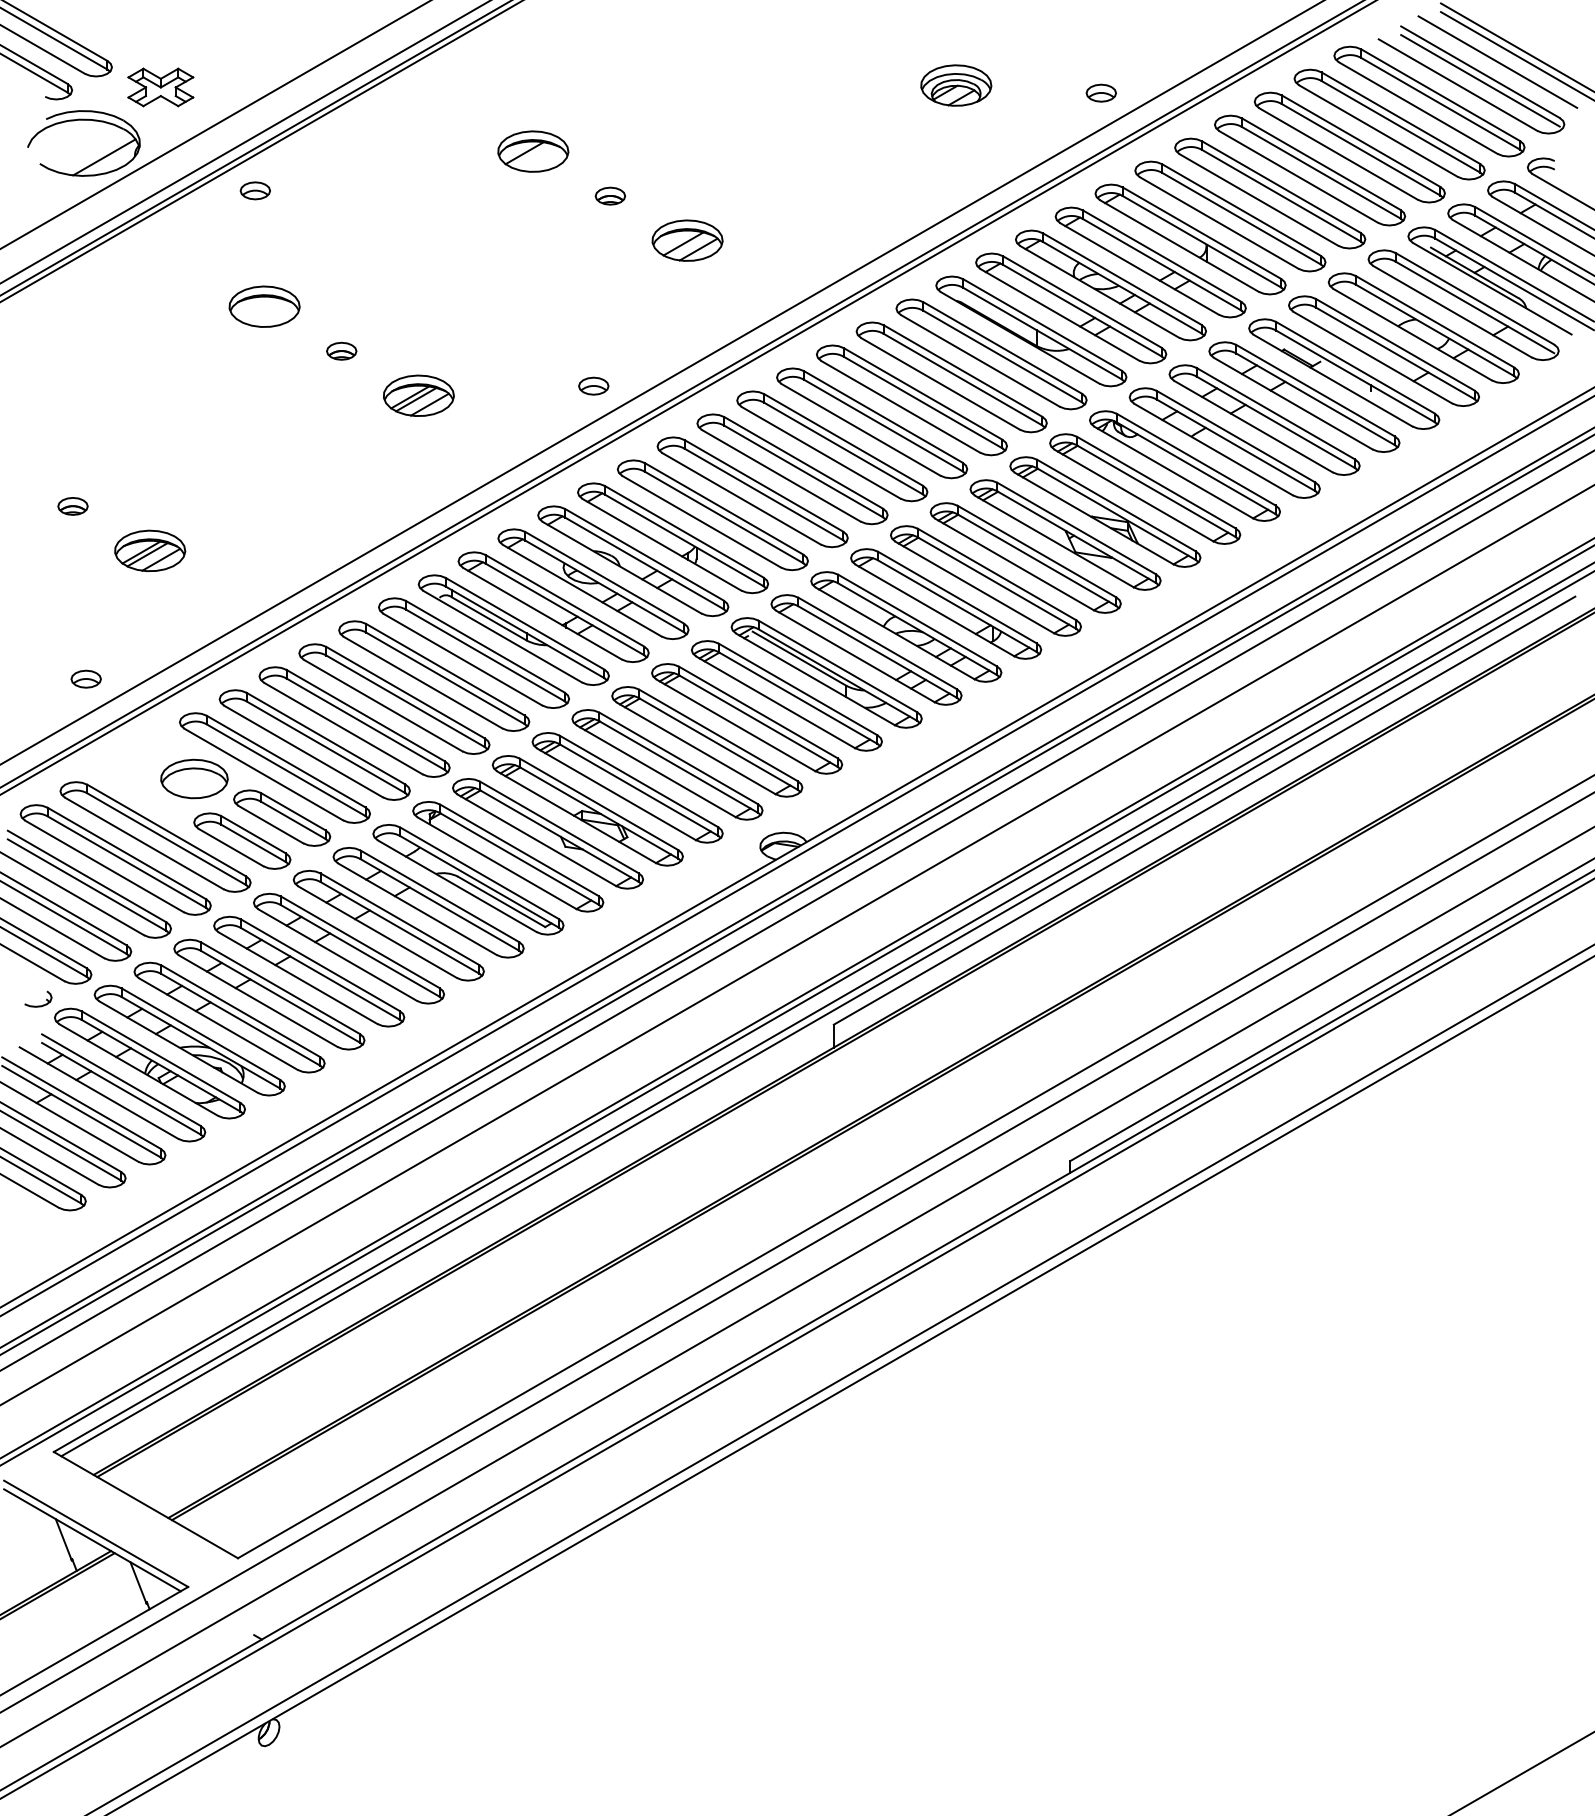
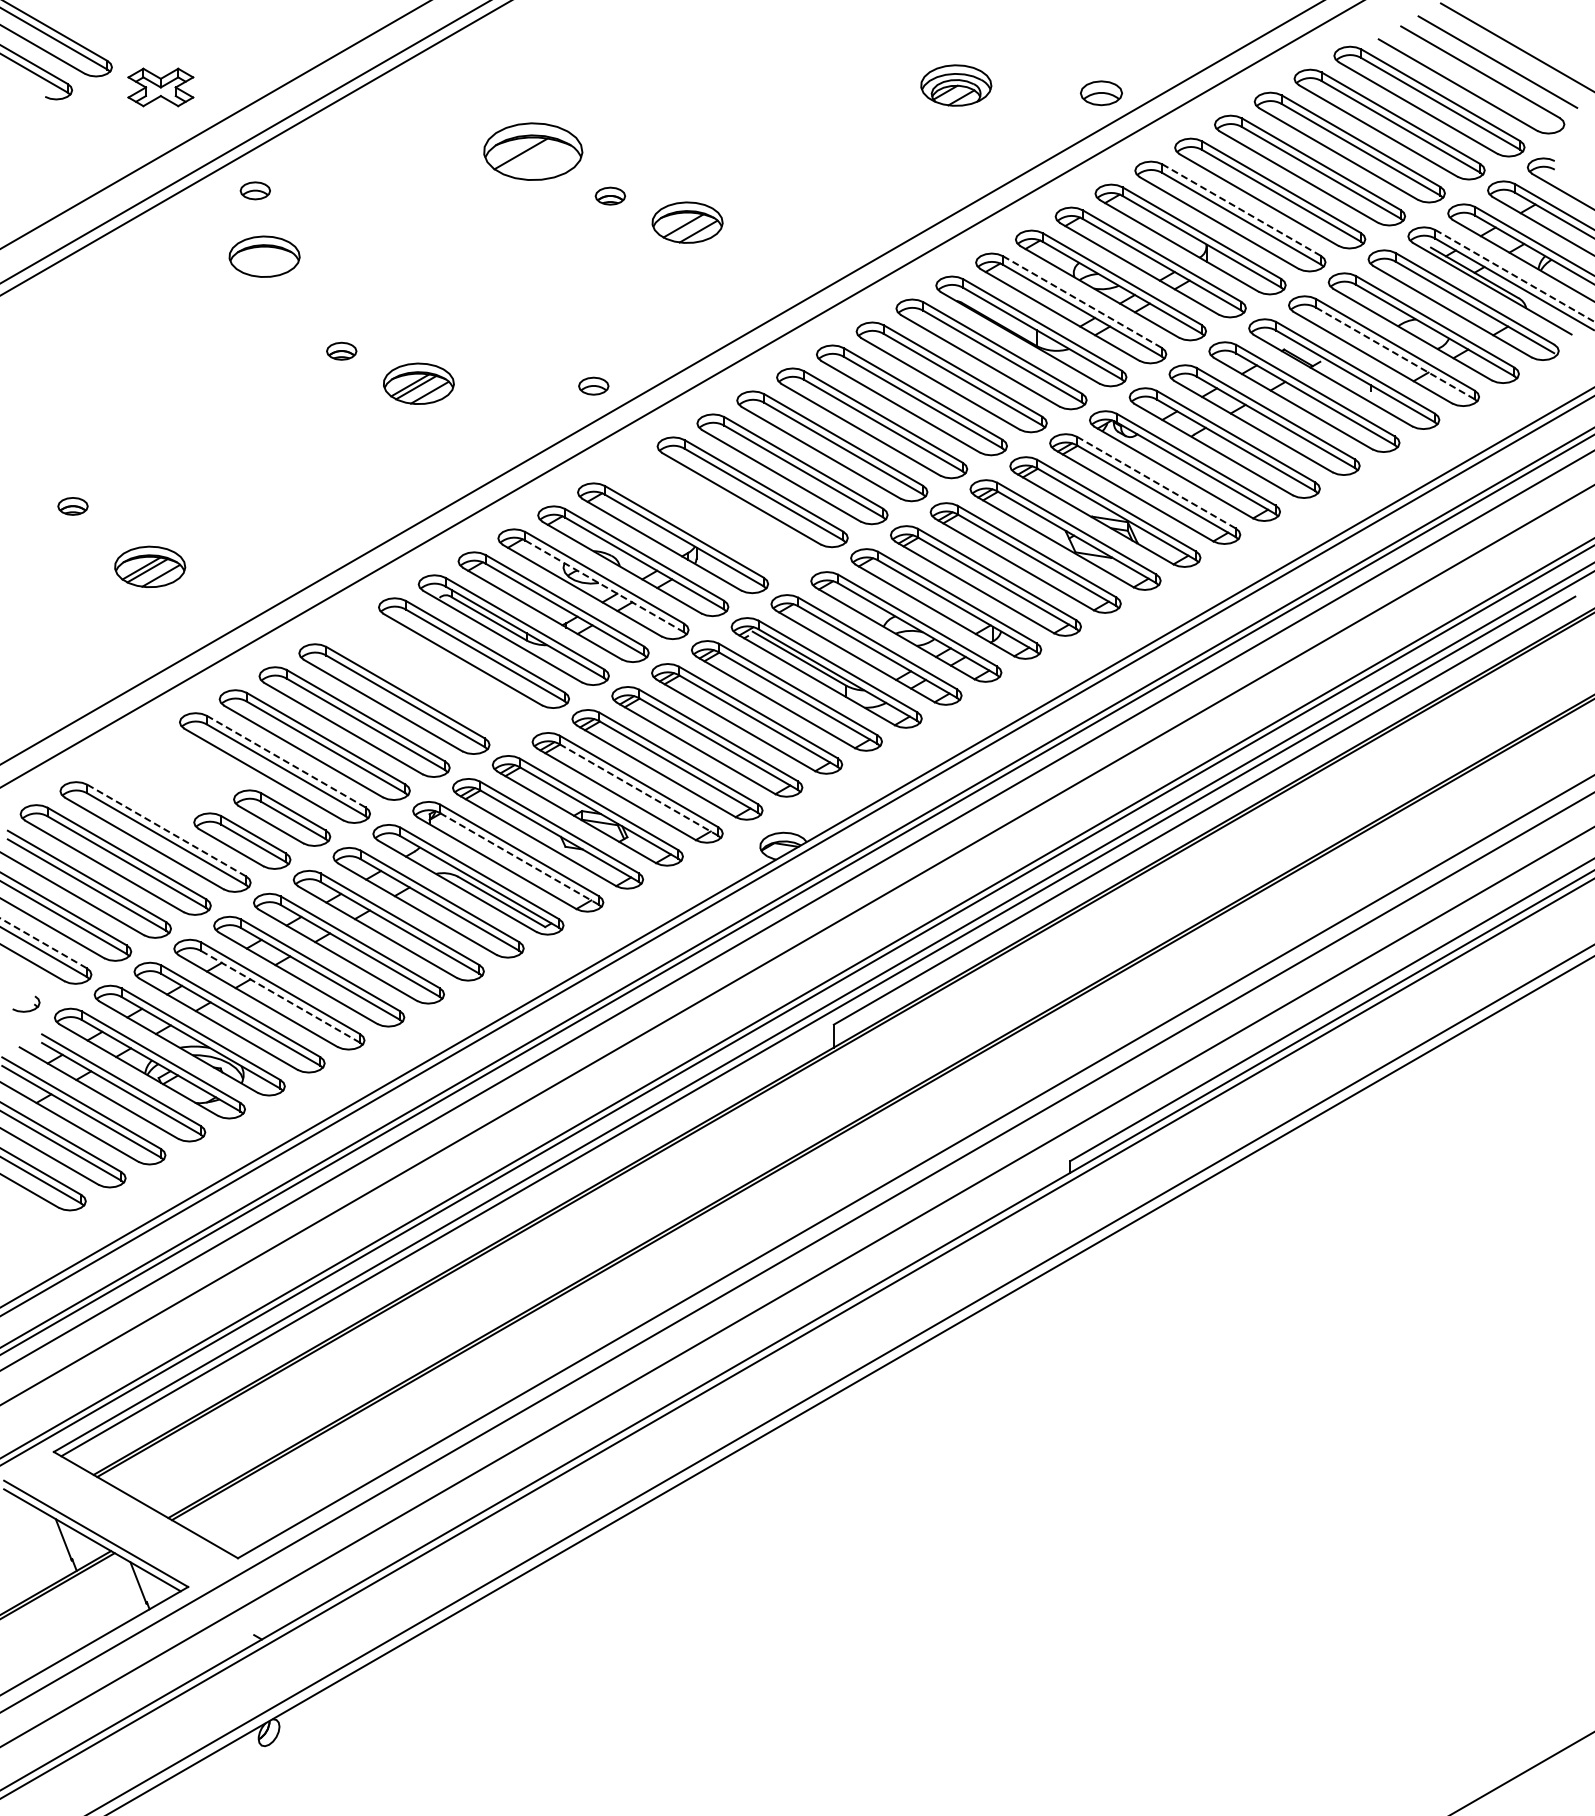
line at (1515, 55): present -> none
line at (1480, 80): present -> none
part at (1100, 92) size: 32x20 px -> 43x27 px
line at (260, 151): present -> none
part at (533, 151) size: 73x43 px -> 101x59 px
part at (96, 160): present -> none
line at (1241, 210): solid -> dashed
part at (687, 240) position: (687, 240) -> (687, 222)
line at (1514, 275): solid -> dashed
line at (1082, 302): solid -> dashed
part at (264, 306) position: (264, 306) -> (264, 256)
line at (1395, 353): solid -> dashed
part at (418, 395) position: (418, 395) -> (418, 383)
line at (687, 397): present -> none
line at (1156, 482): solid -> dashed
part at (712, 515): present -> none
part at (150, 550) position: (150, 550) -> (150, 566)
line at (604, 586): solid -> dashed
part at (434, 675): present -> none
part at (85, 678): present -> none
line at (286, 761): solid -> dashed
part at (194, 778): present -> none
line at (638, 790): solid -> dashed
line at (166, 830): solid -> dashed
line at (519, 858): solid -> dashed
line at (43, 943): solid -> dashed
line at (280, 996): solid -> dashed
part at (38, 1005) position: (38, 1005) -> (26, 1010)
